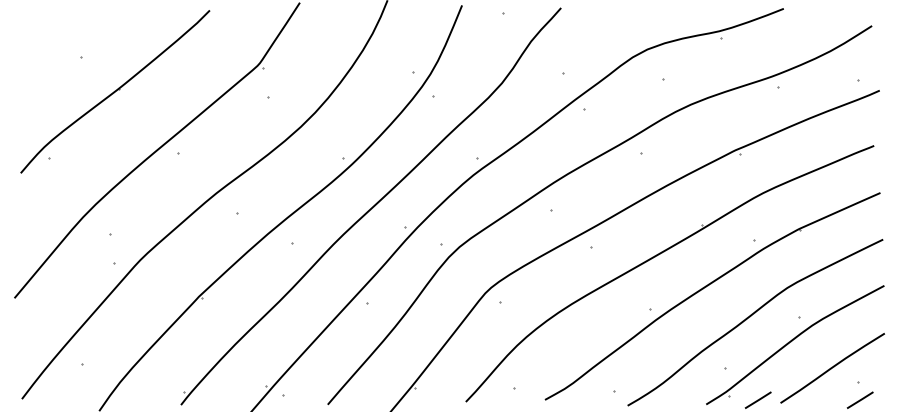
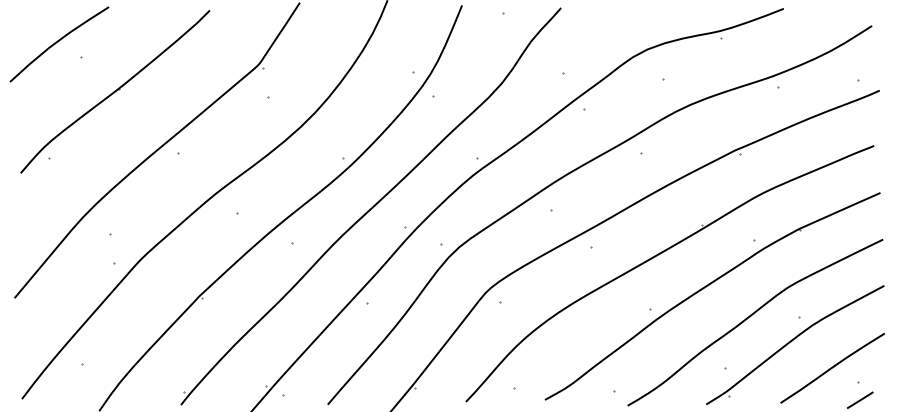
curve at (58, 42): none -> present
line at (757, 399): present -> none
